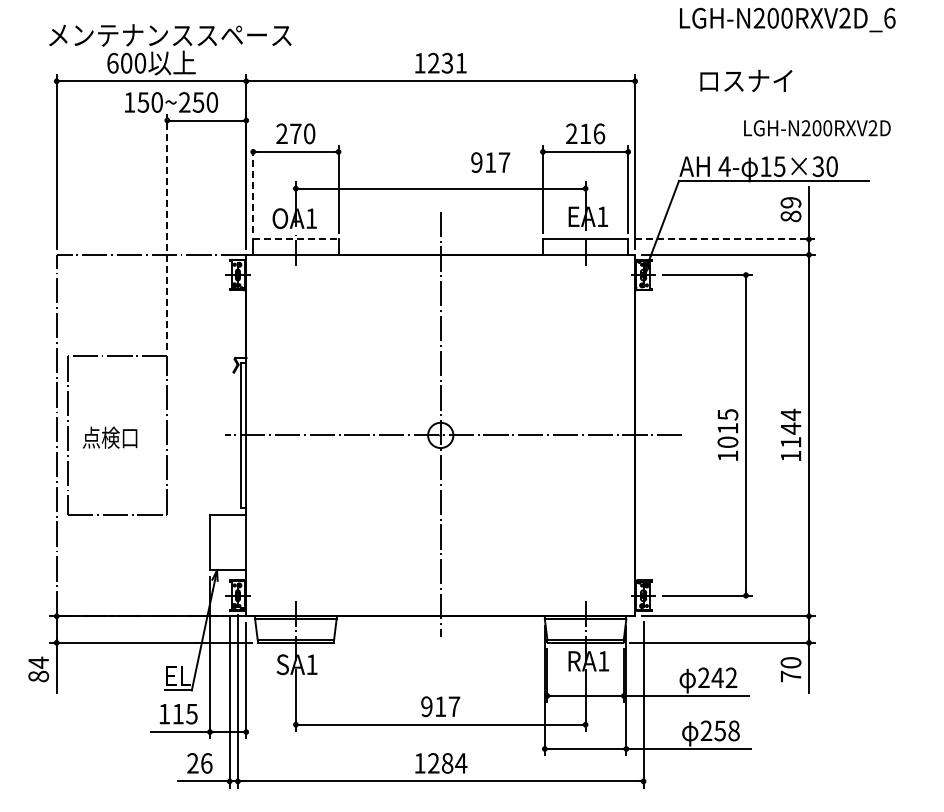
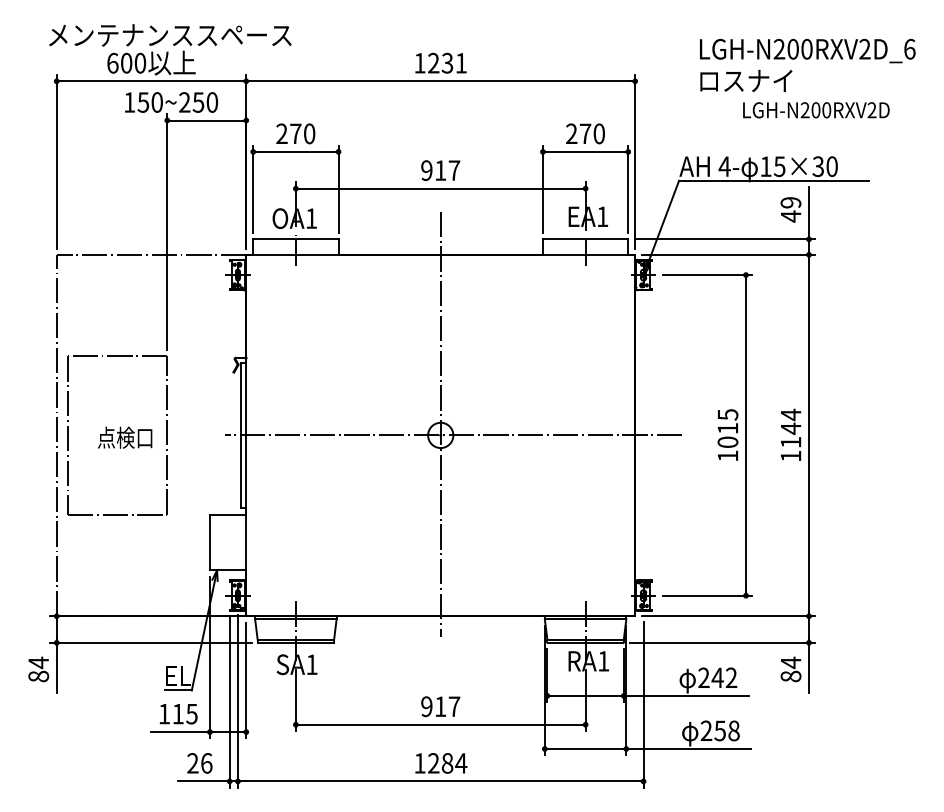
text at (787, 19) position: (787, 19) -> (807, 50)
text at (817, 128) position: (817, 128) -> (816, 110)
text at (592, 133): 216 -> 270
text at (490, 162) position: (490, 162) -> (440, 170)
line at (253, 189): dashed -> solid
text at (790, 216): 89 -> 49
line at (167, 232): dashed -> solid
line at (295, 239): dashed -> solid
line at (725, 239): dashed -> solid
text at (110, 437) position: (110, 437) -> (125, 437)
text at (790, 669): 70 -> 84
